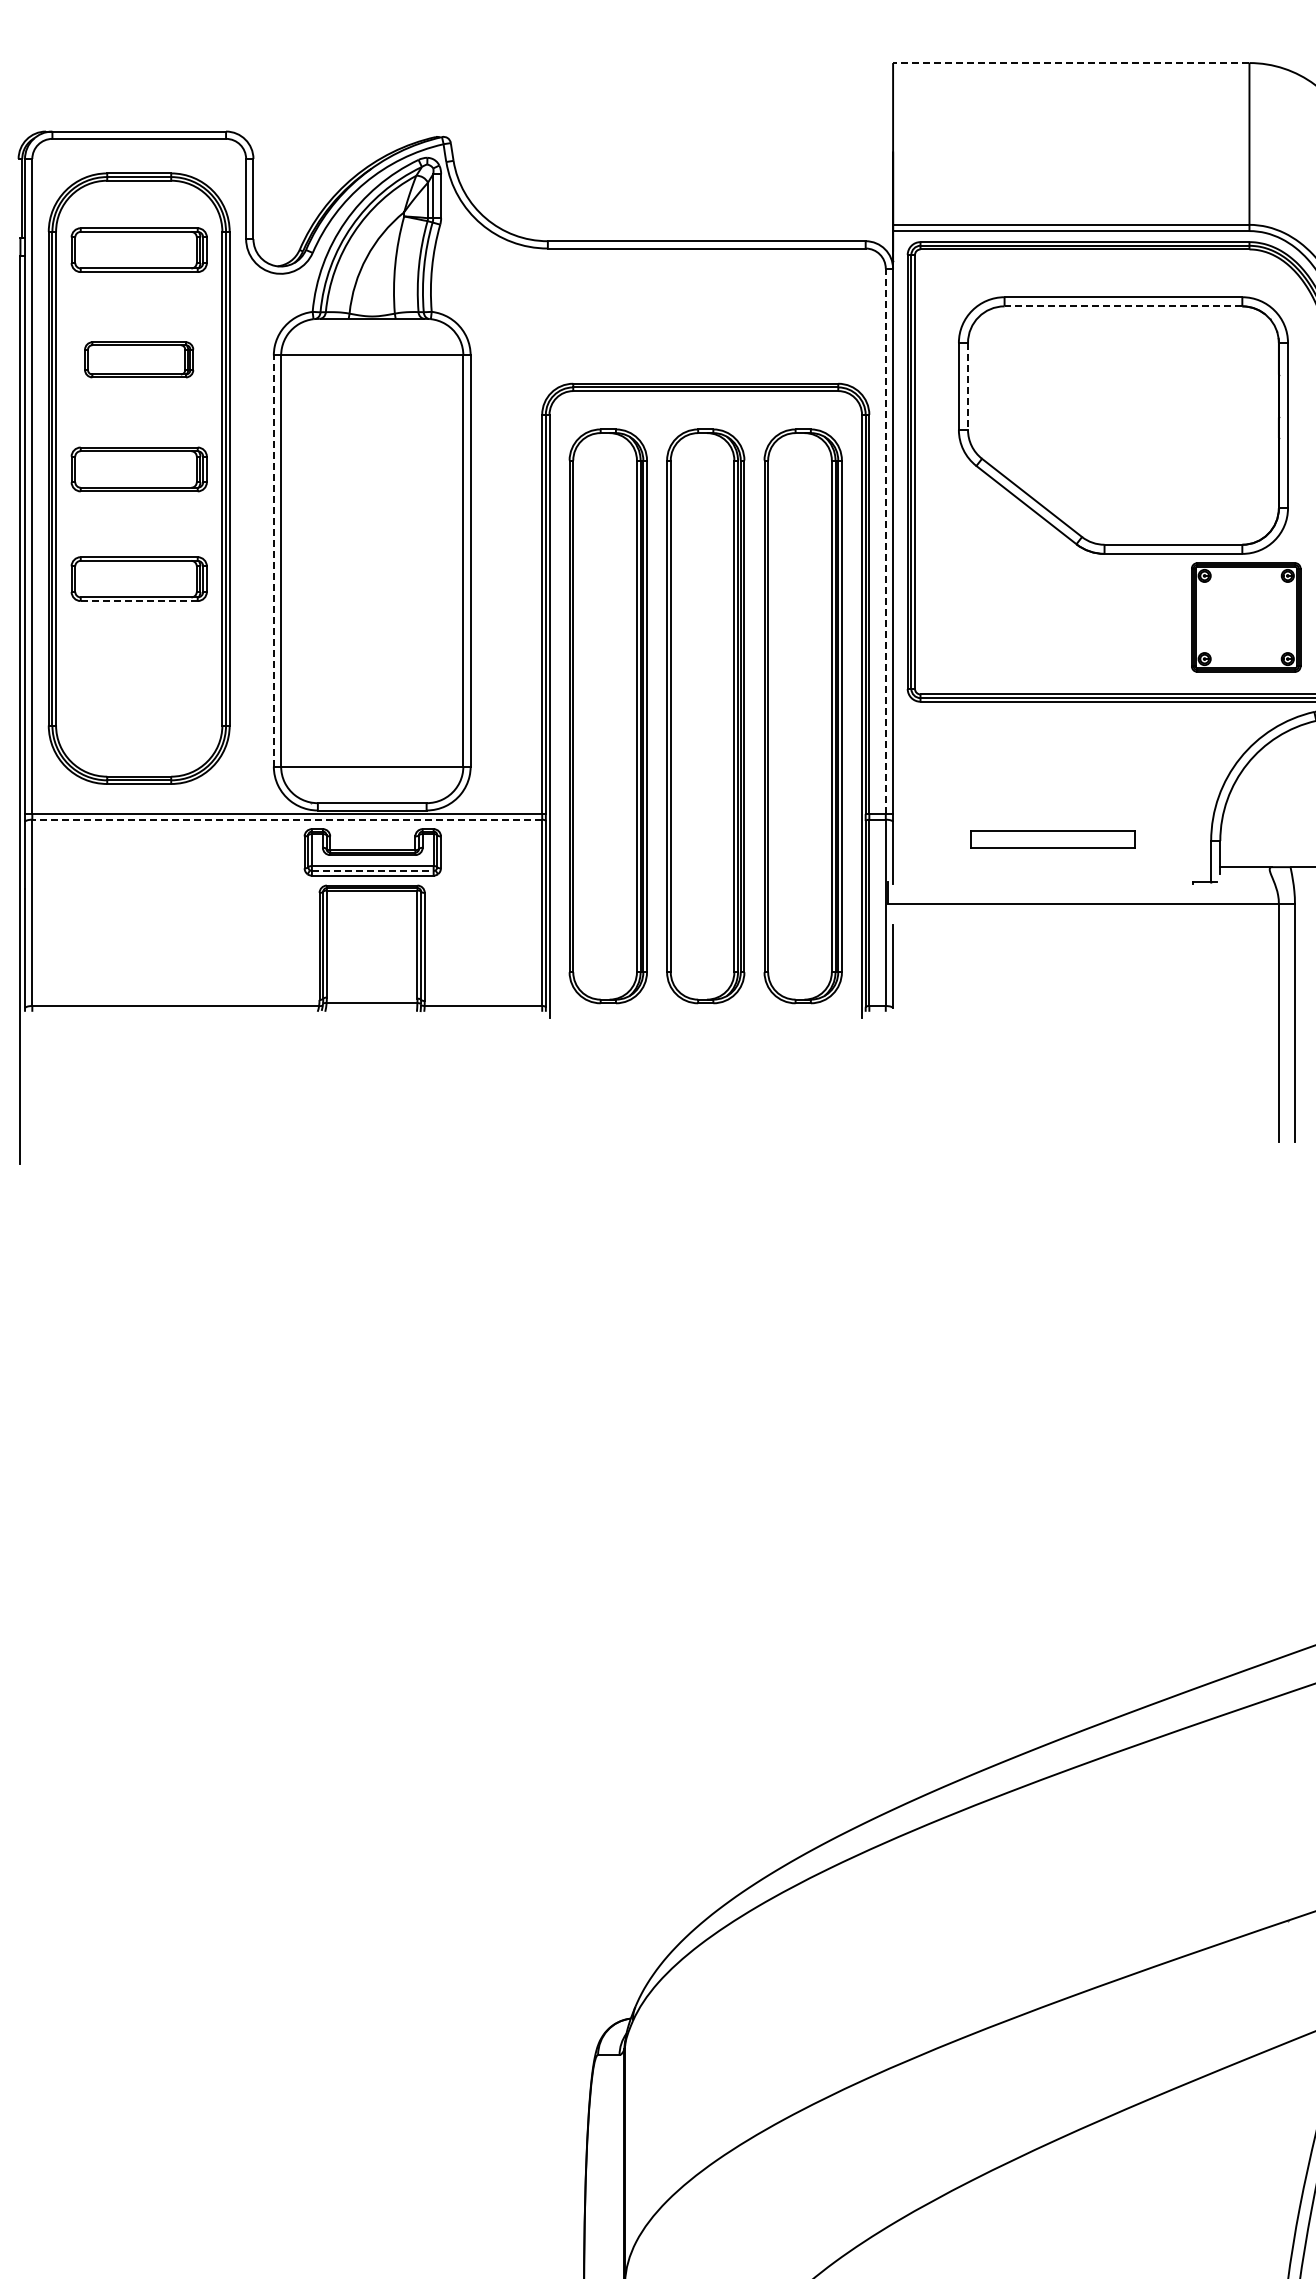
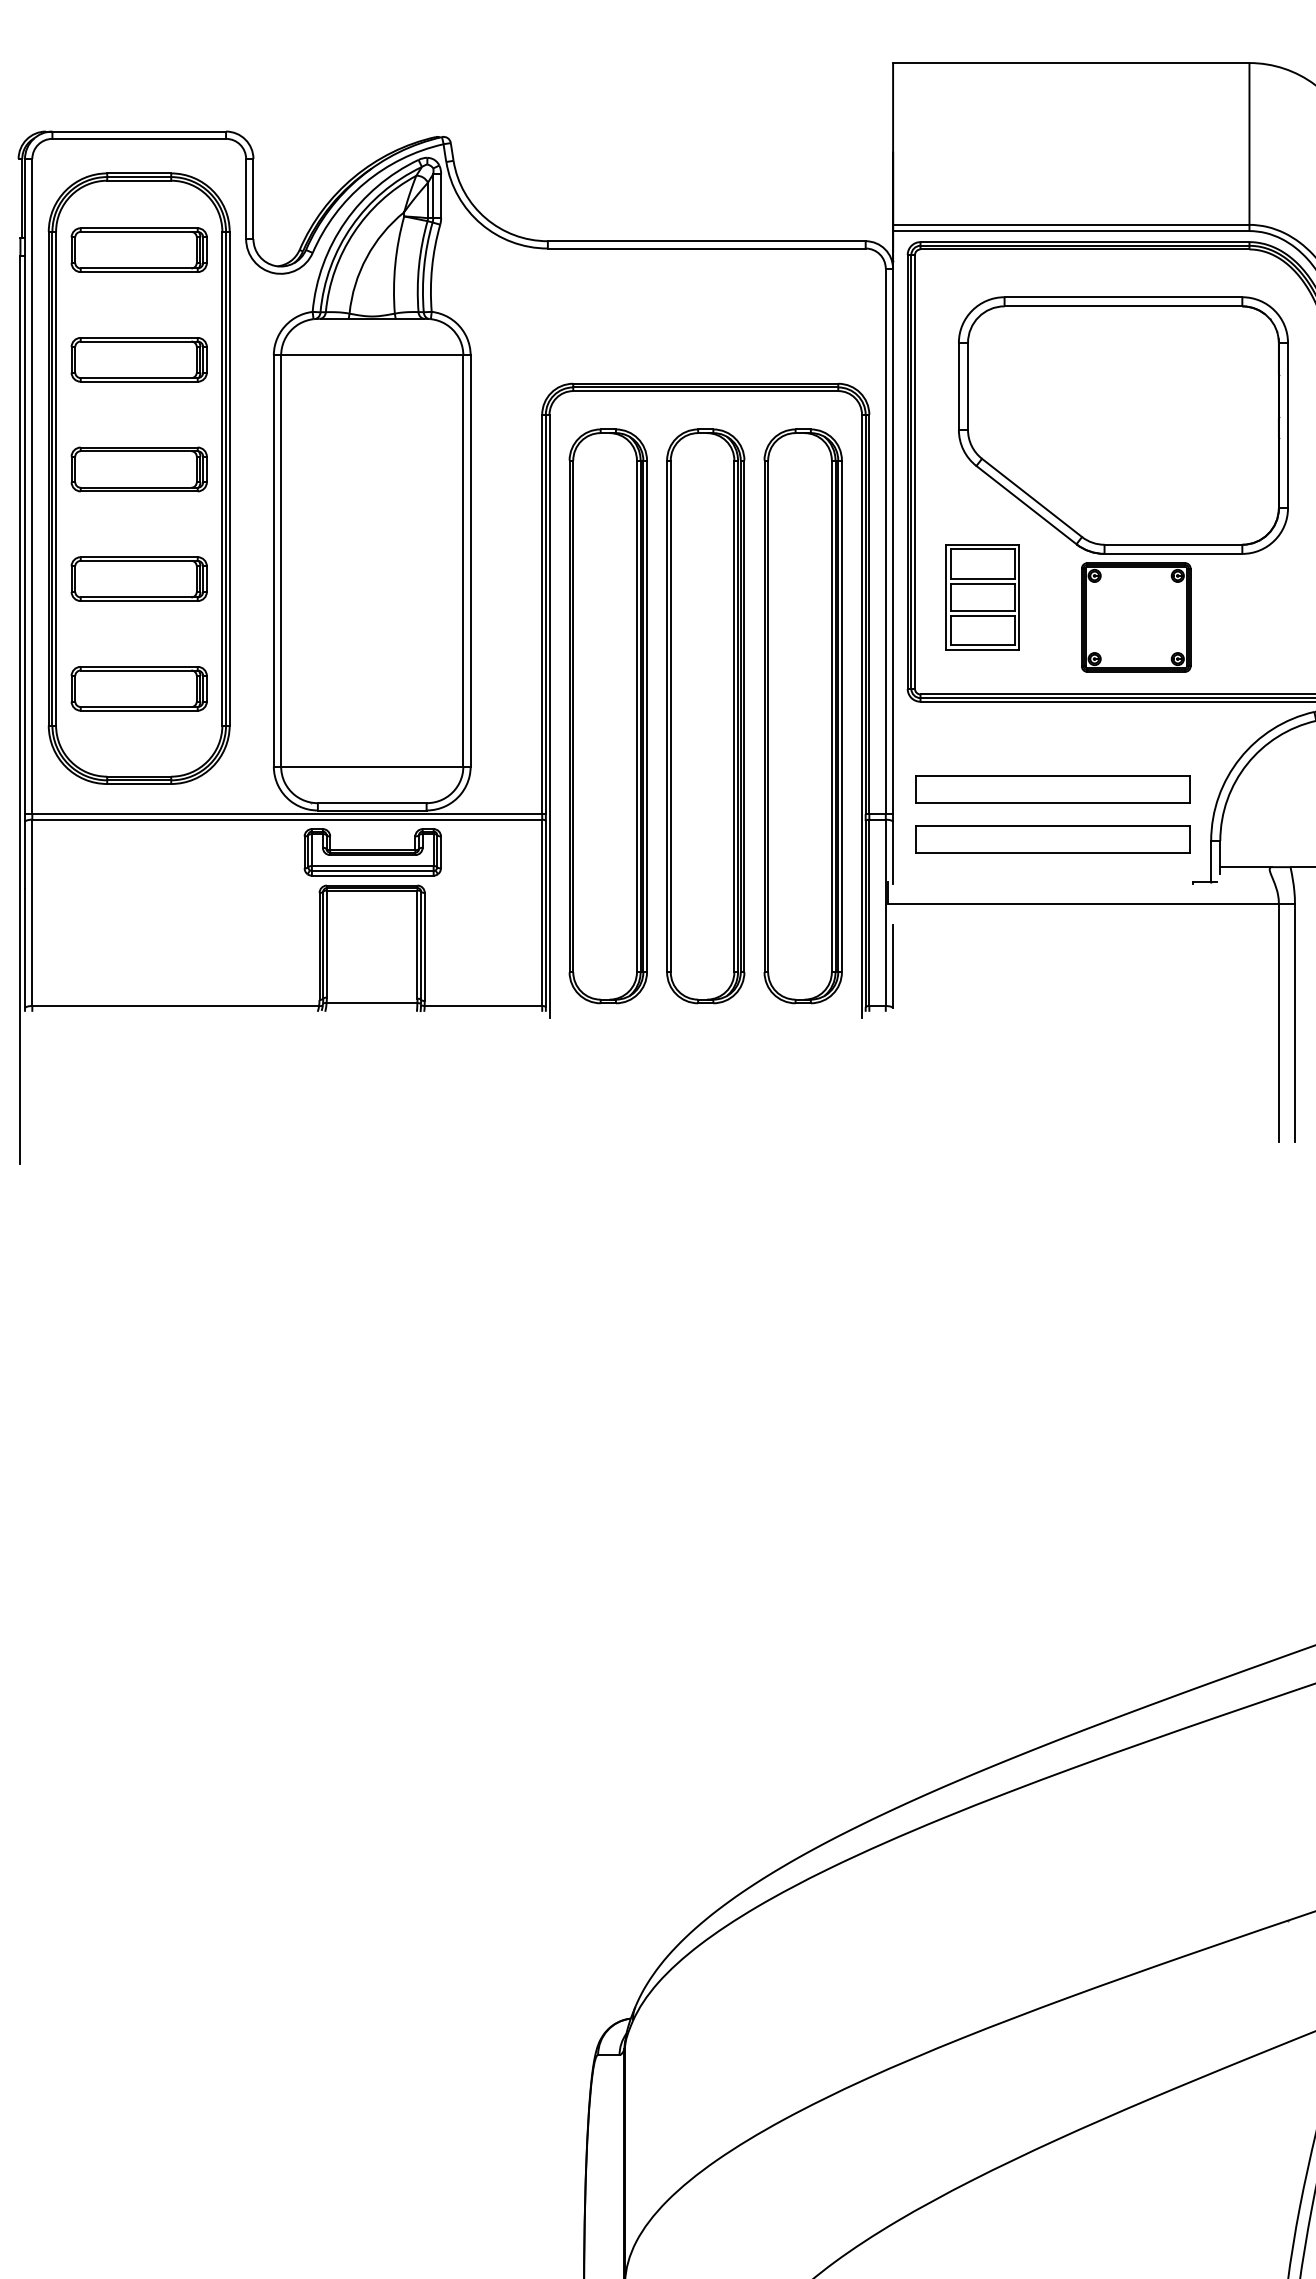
line at (1070, 63): dashed -> solid
line at (1123, 306): dashed -> solid
part at (139, 359) size: 111x38 px -> 138x46 px
line at (968, 386): dashed -> solid
line at (885, 541): dashed -> solid
line at (273, 561): dashed -> solid
part at (982, 597): none -> present
line at (138, 601): dashed -> solid
part at (1246, 617) position: (1246, 617) -> (1136, 617)
part at (138, 688): none -> present
part at (1052, 789): none -> present
line at (287, 819): dashed -> solid
part at (1052, 839) size: 166x19 px -> 276x29 px
line at (372, 870): dashed -> solid
